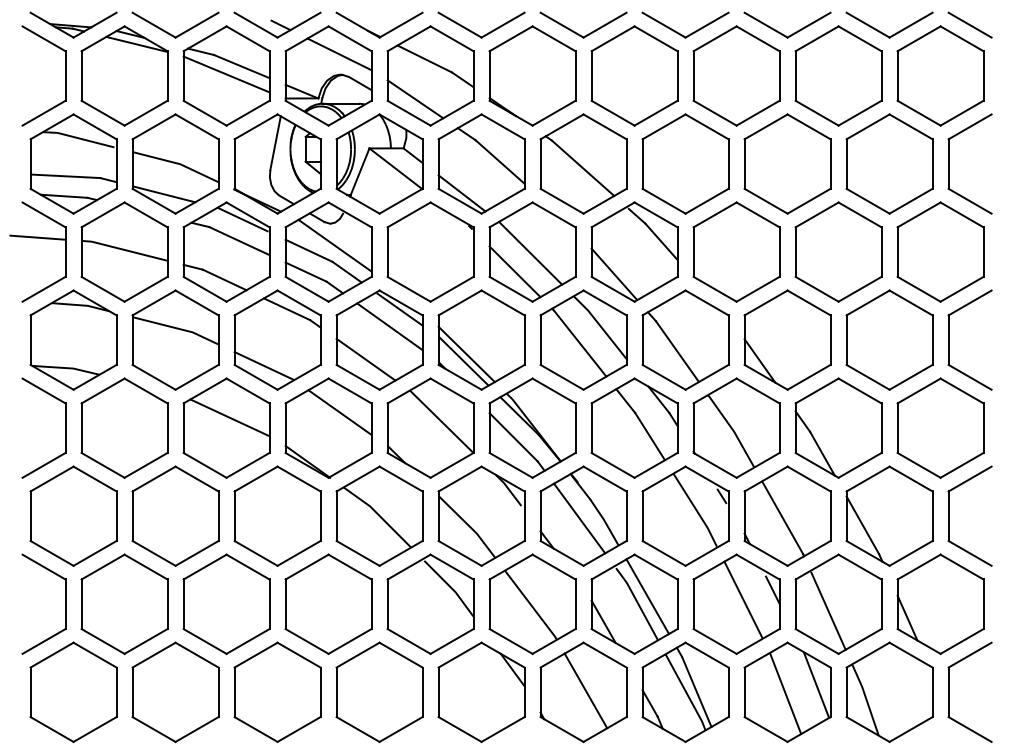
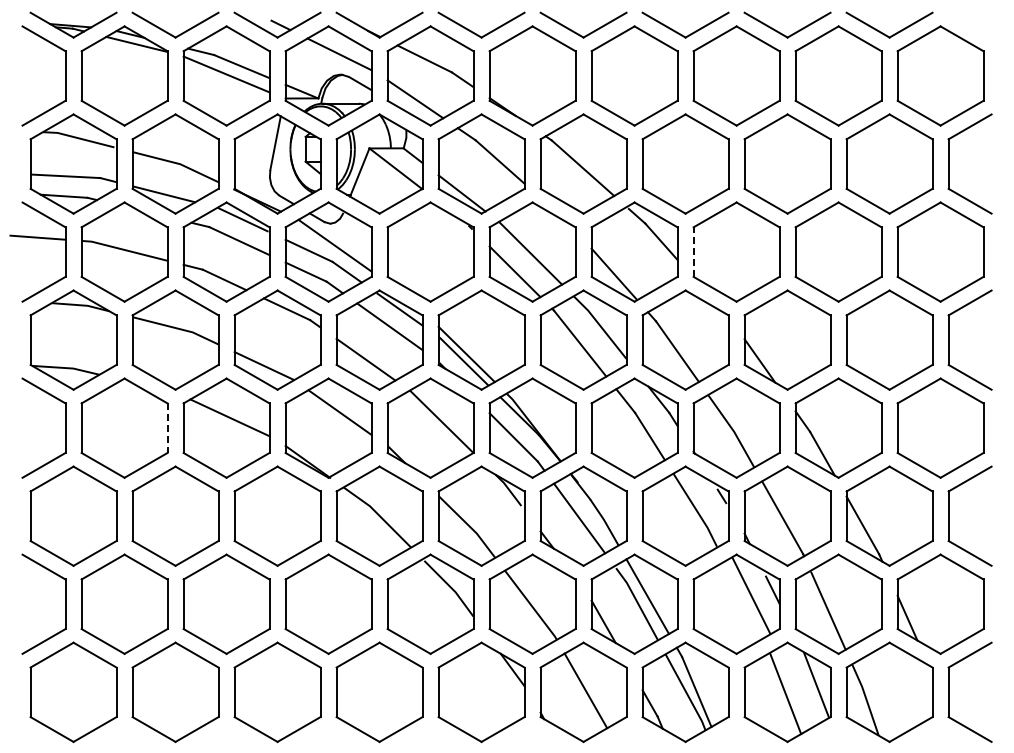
line at (969, 24): present -> none
line at (693, 252): solid -> dashed
line at (167, 428): solid -> dashed
line at (743, 599) position: (743, 599) -> (751, 595)
